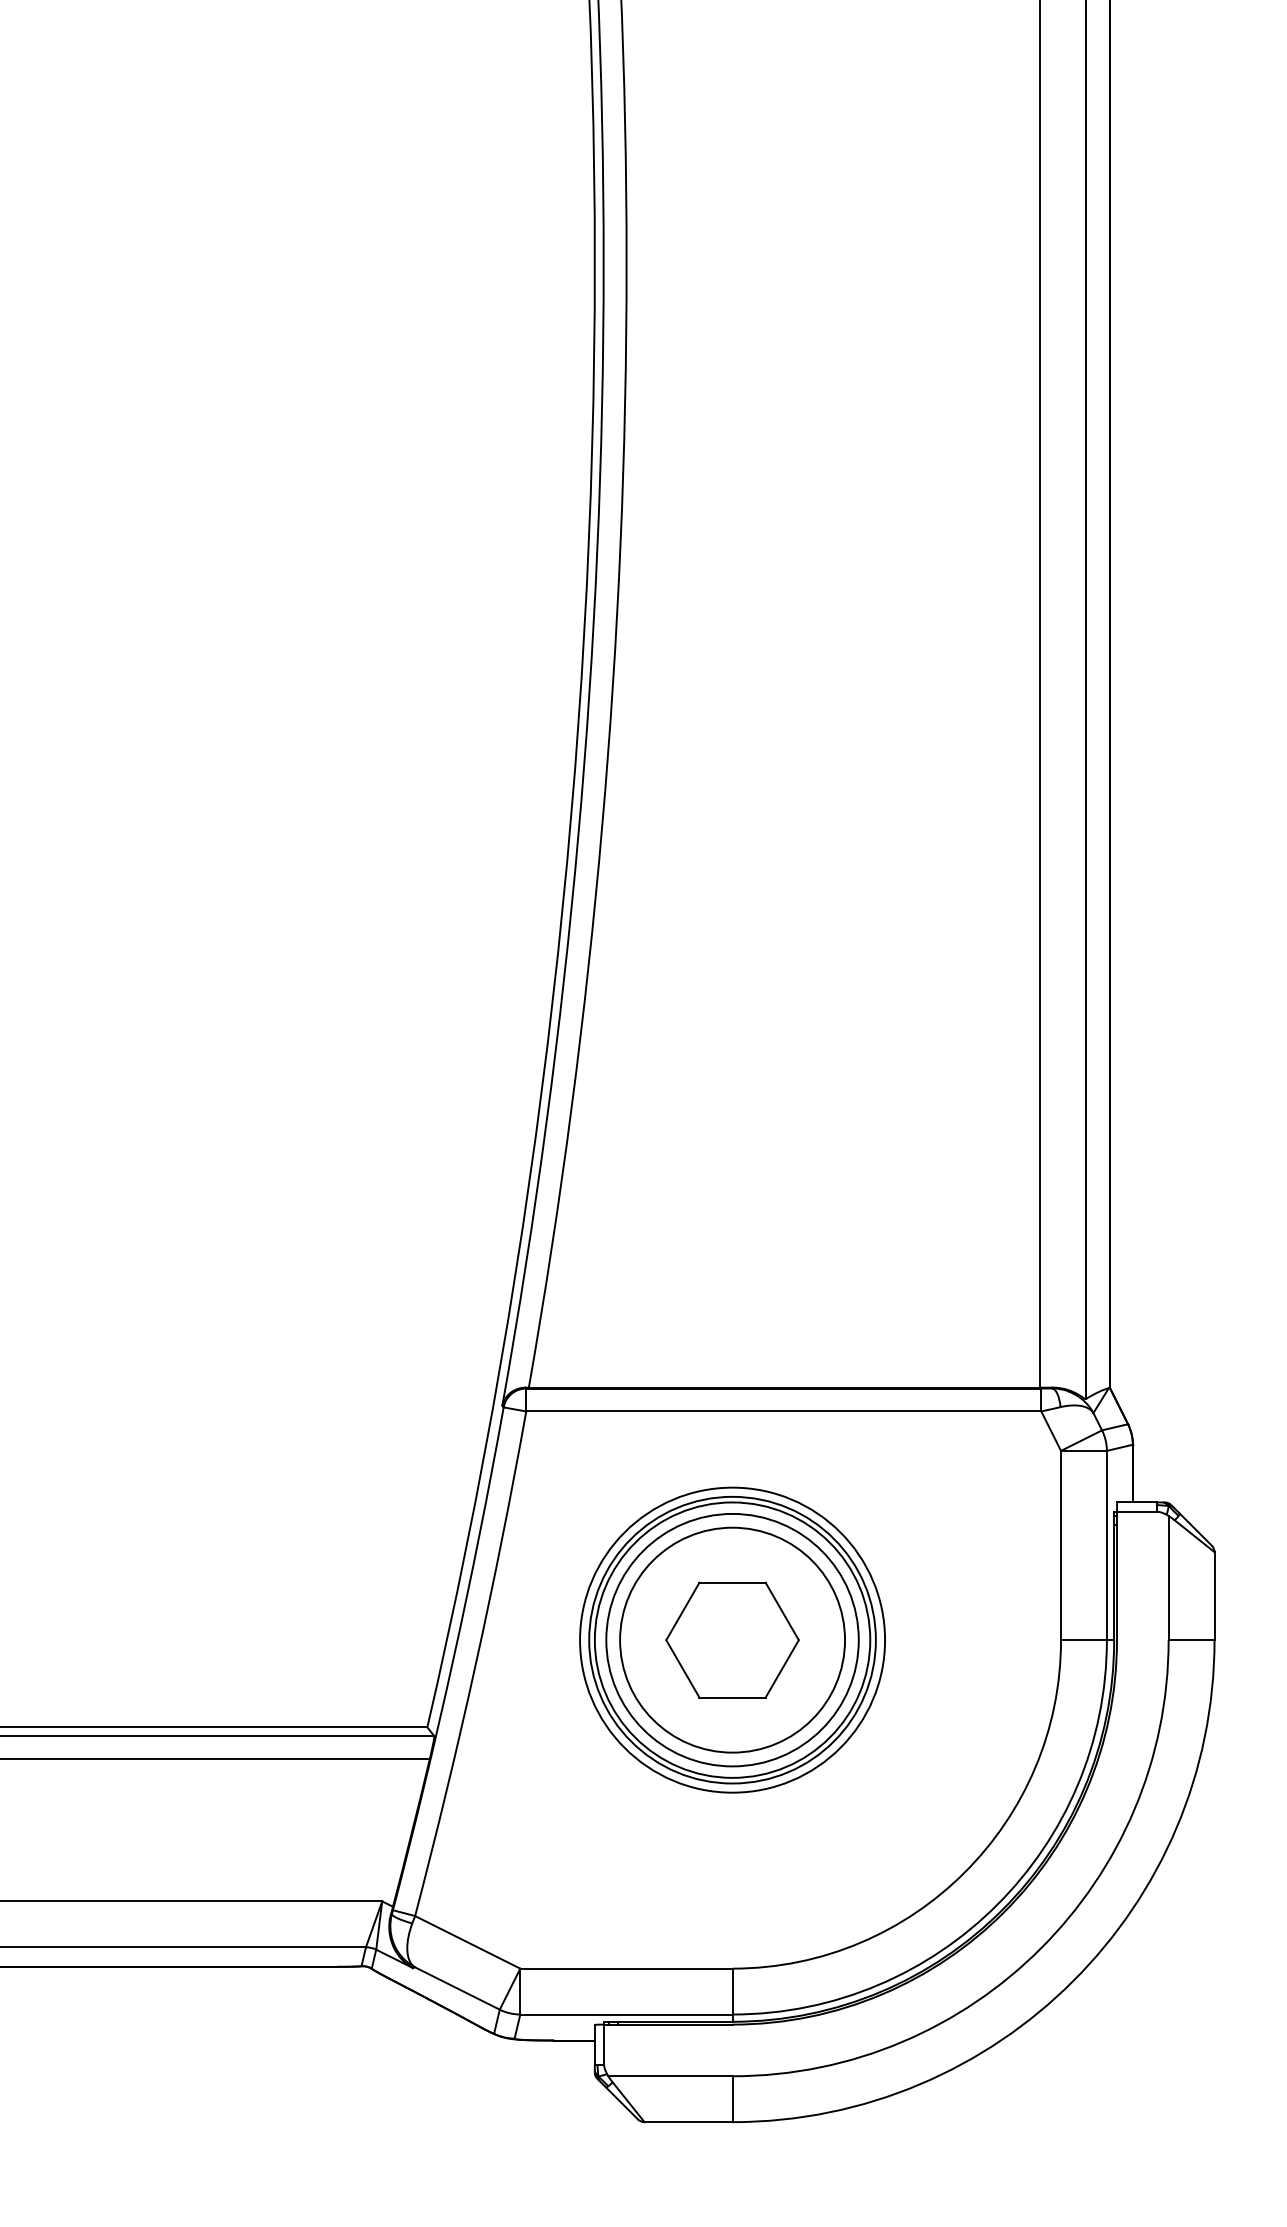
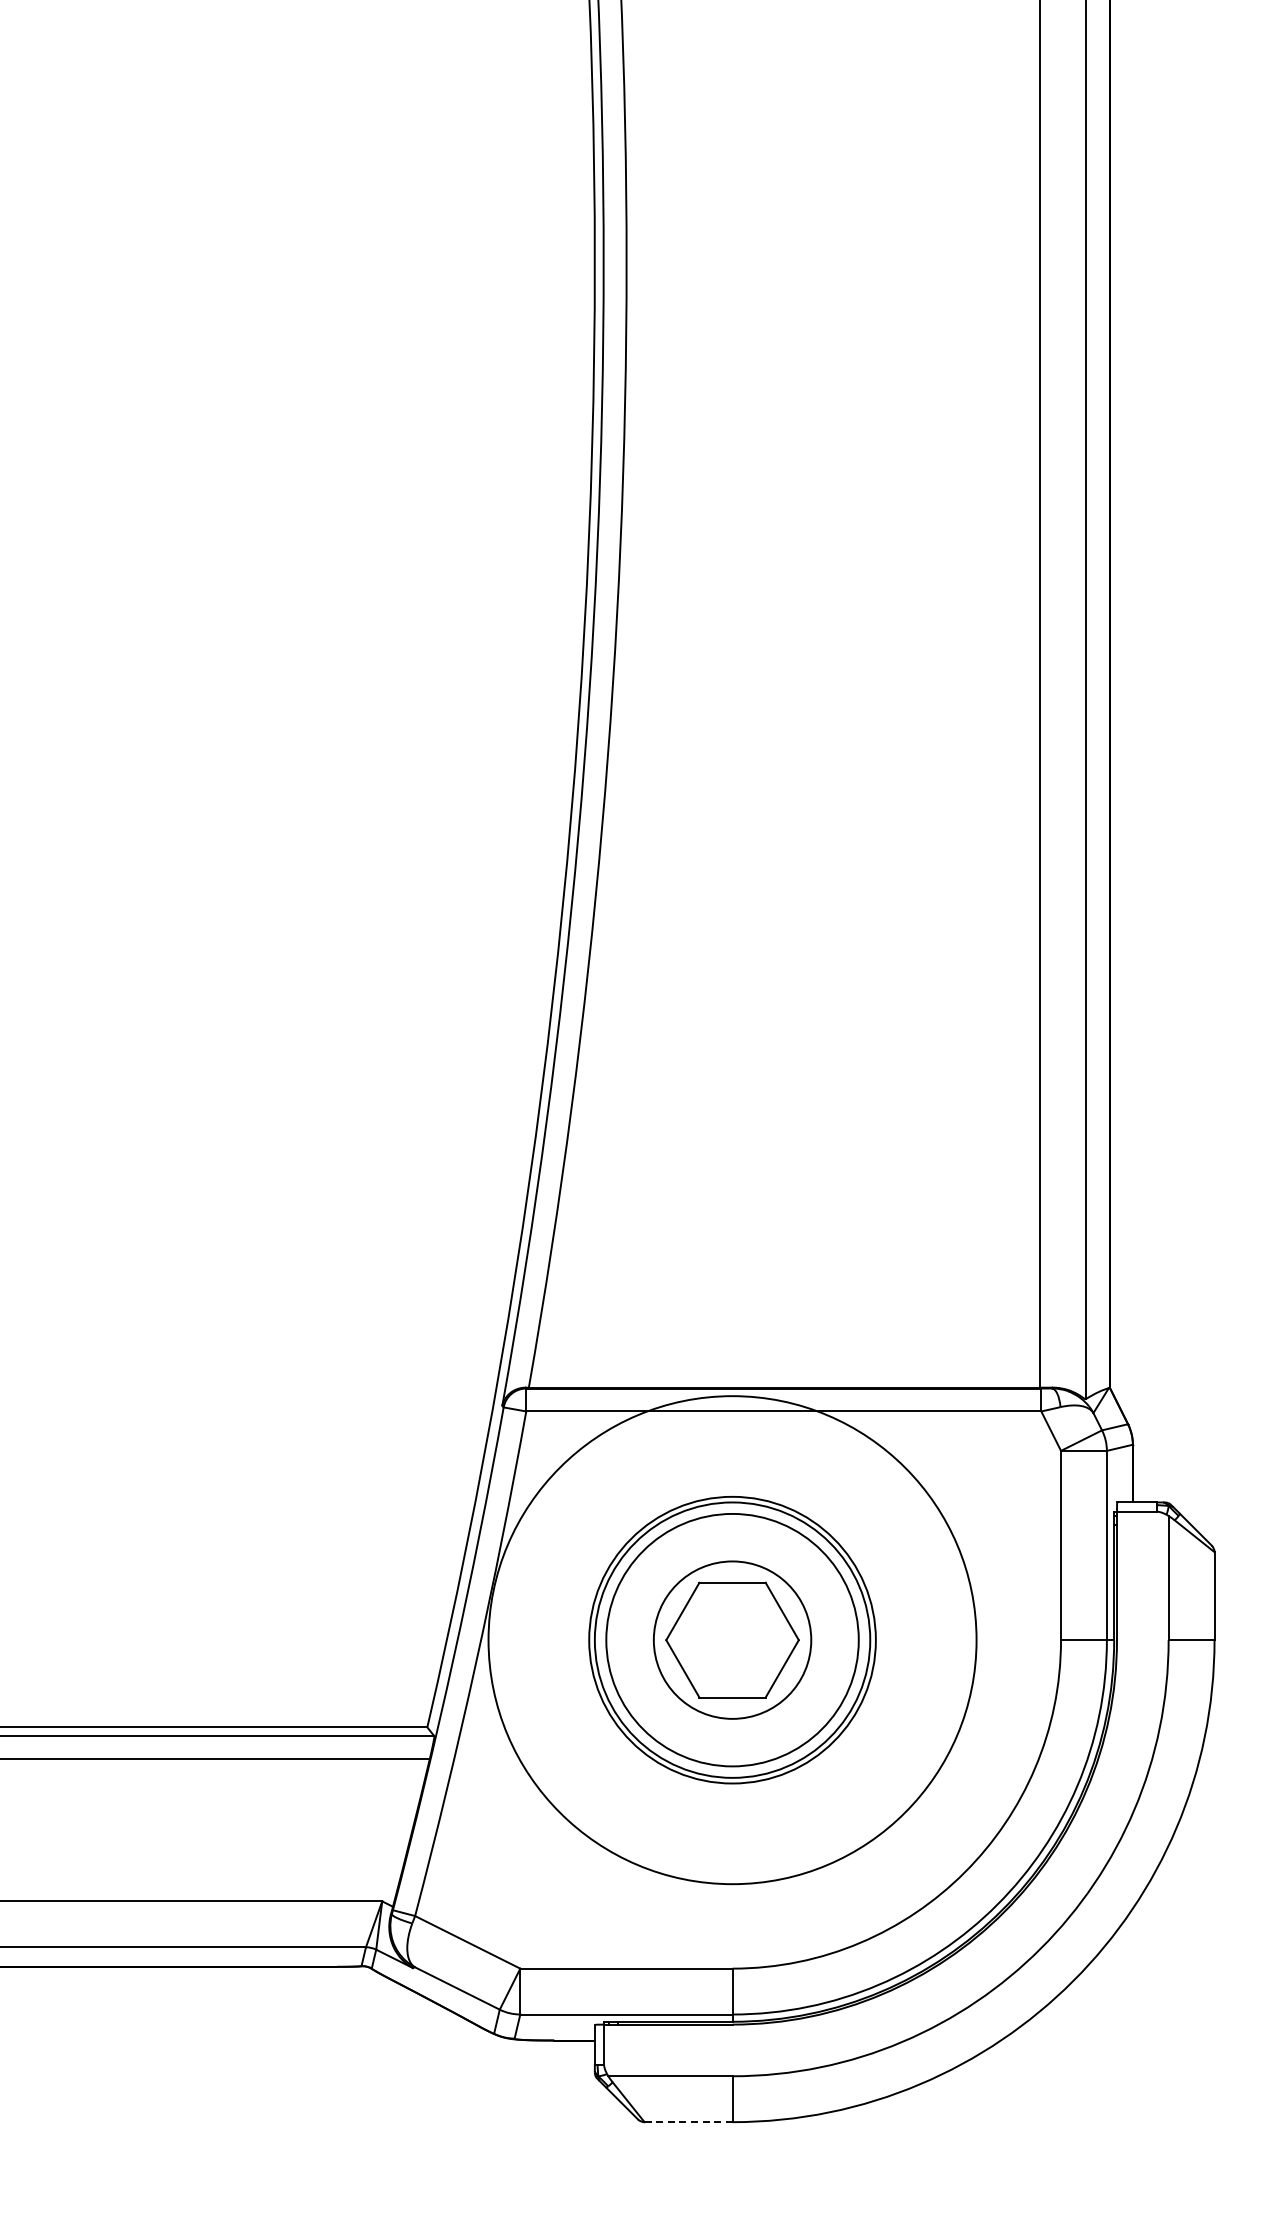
circle at (732, 1639) diameter: 225 px -> 157 px
circle at (732, 1639) diameter: 305 px -> 488 px
line at (689, 2122): solid -> dashed
